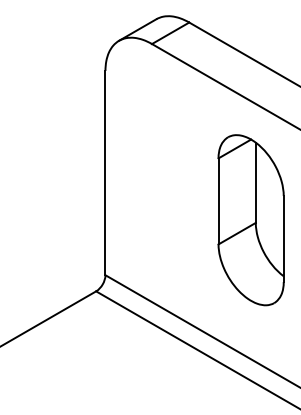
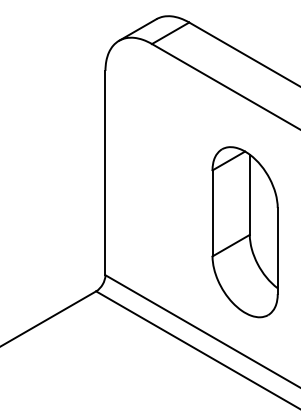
part at (250, 220) position: (250, 220) -> (244, 232)
